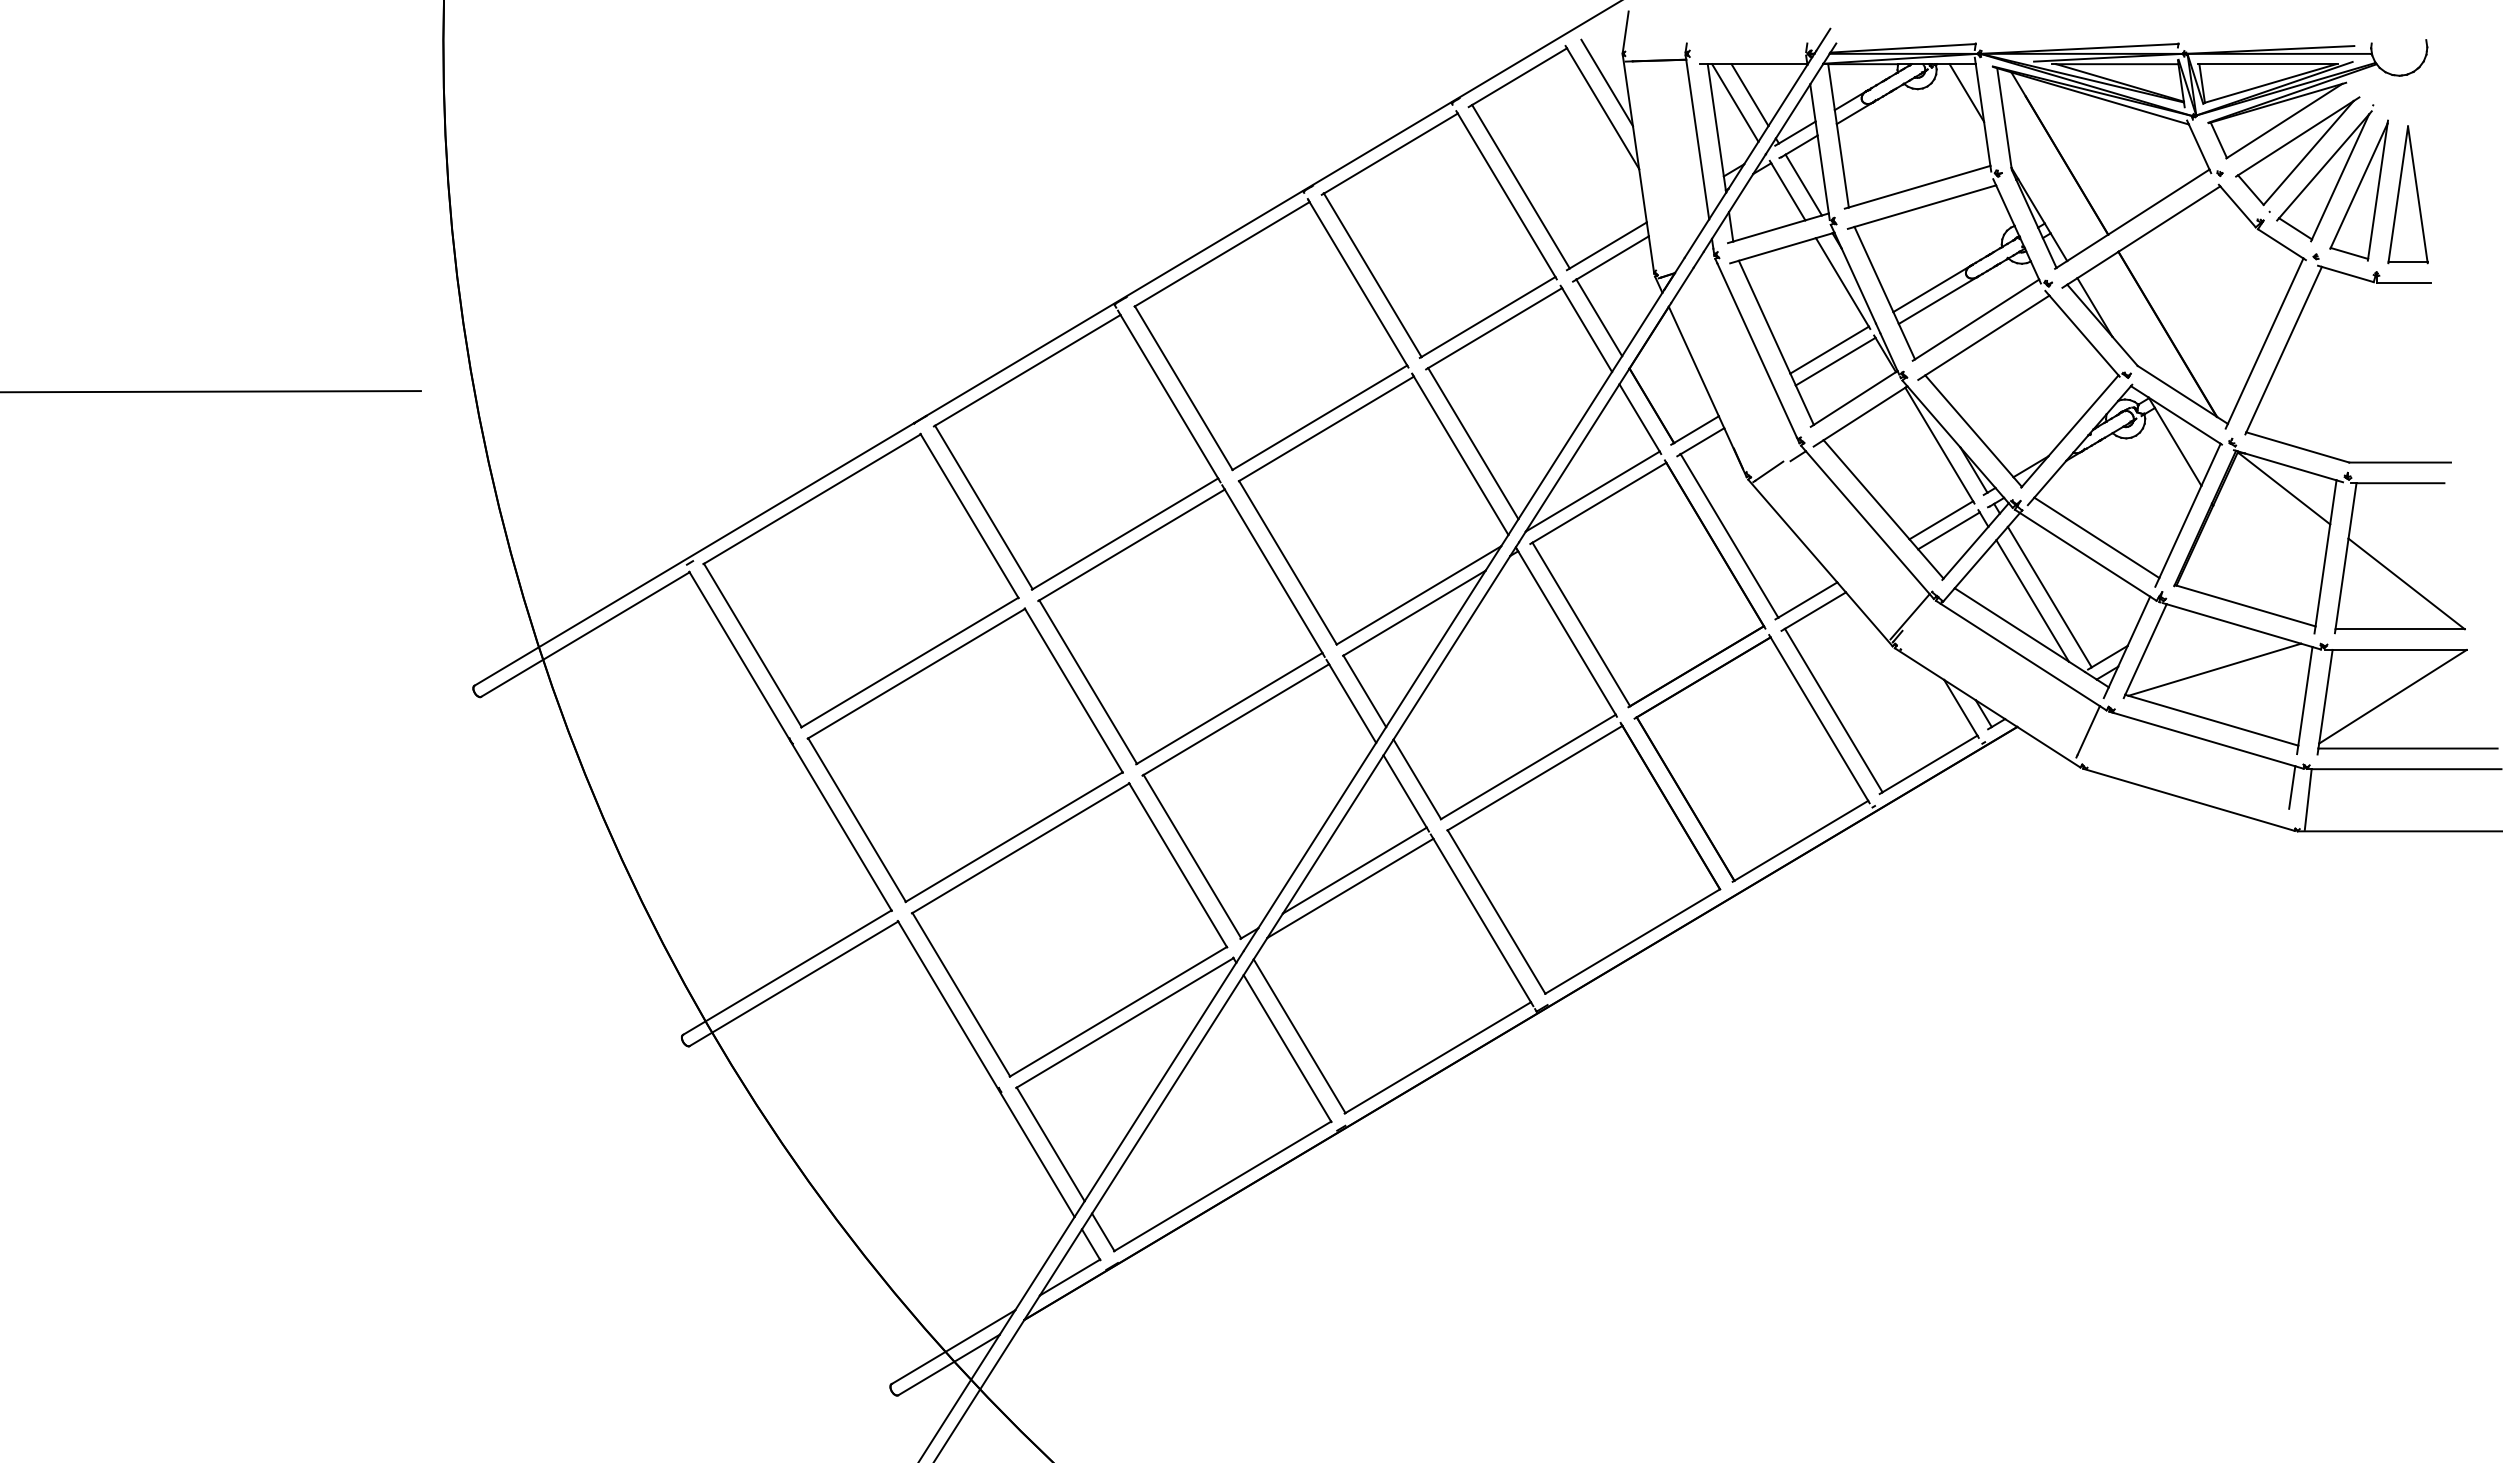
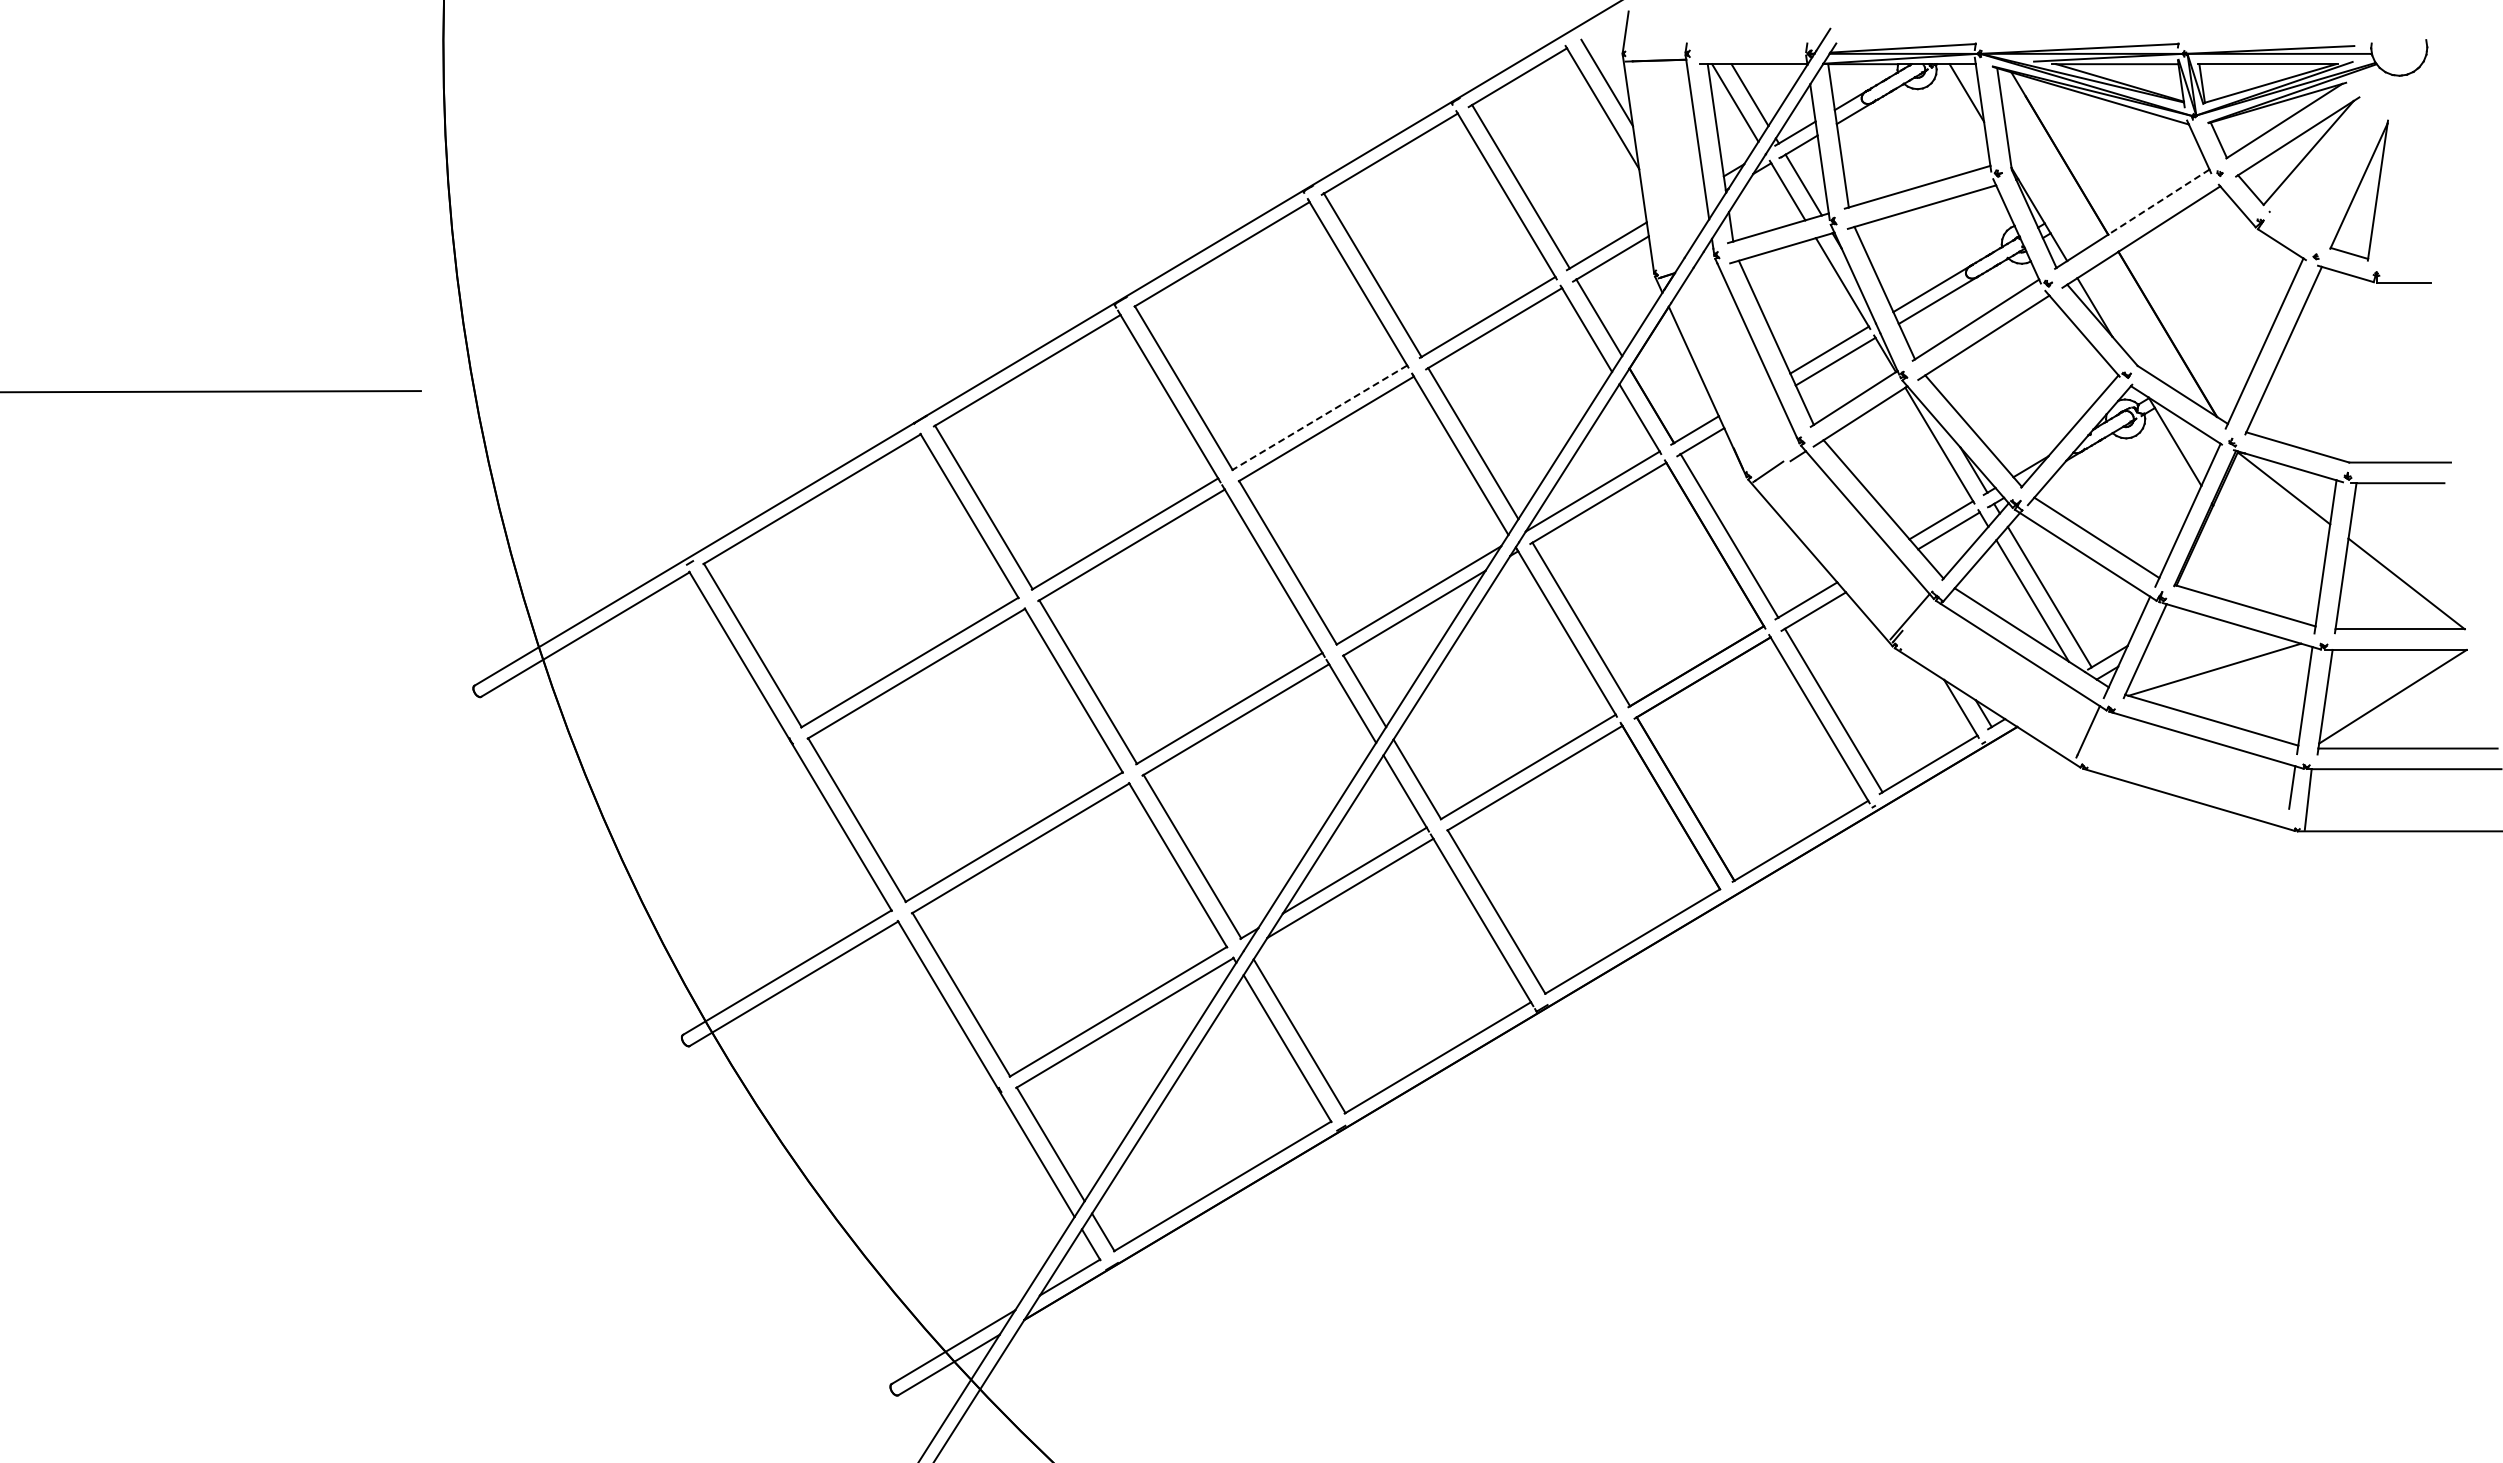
part at (2325, 173): present -> none
part at (2407, 194): present -> none
line at (2158, 202): solid -> dashed
line at (1319, 417): solid -> dashed
